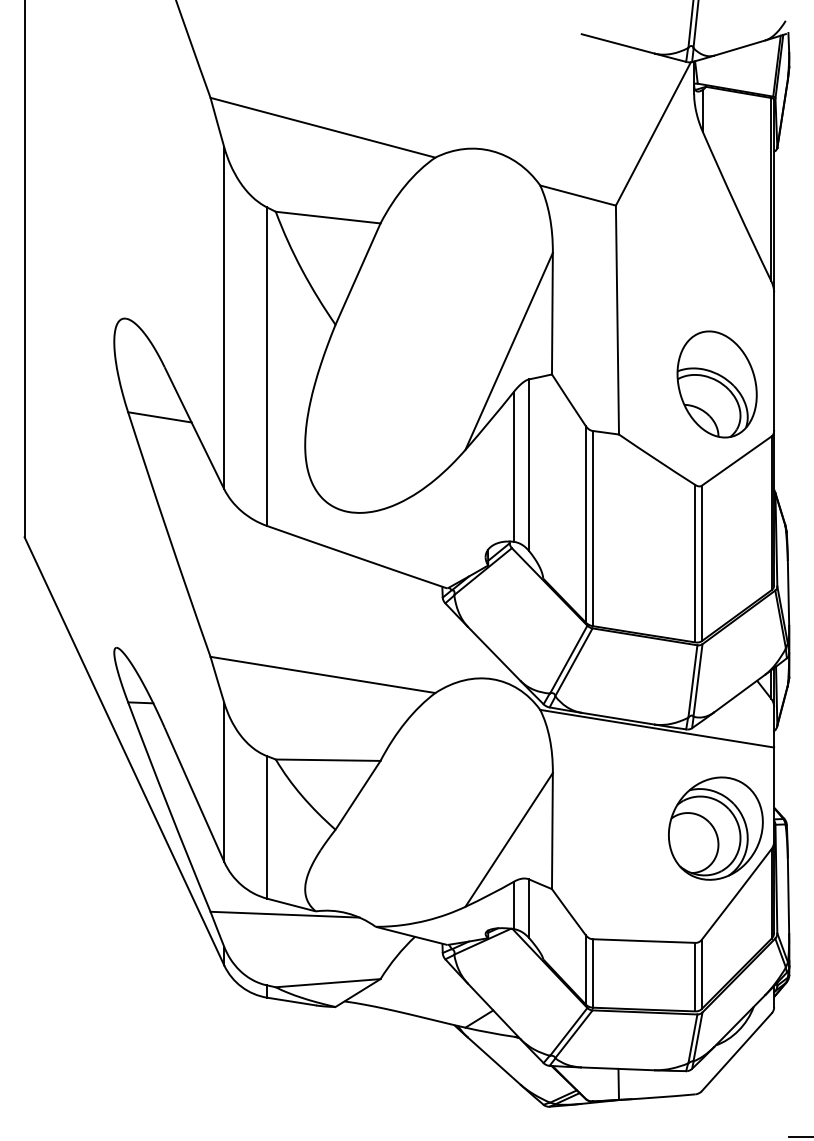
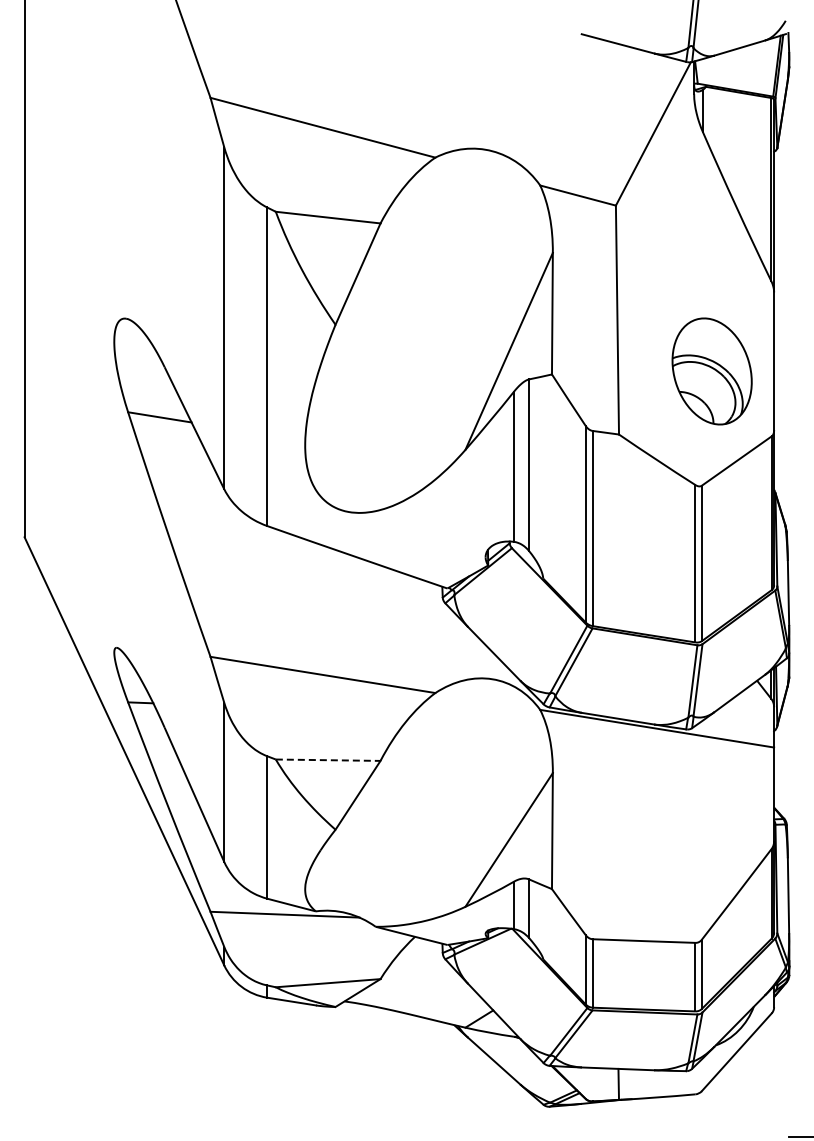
part at (716, 384) position: (716, 384) -> (711, 371)
line at (328, 760): solid -> dashed
part at (715, 828): present -> none
